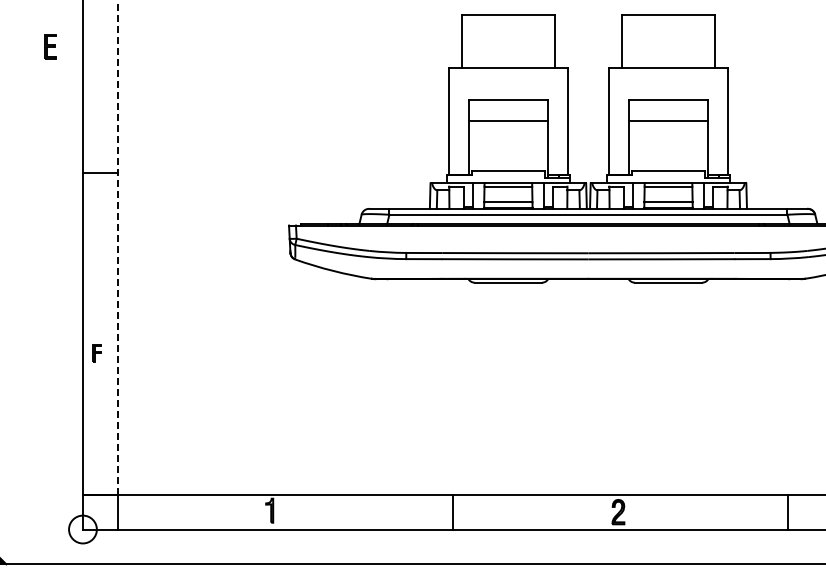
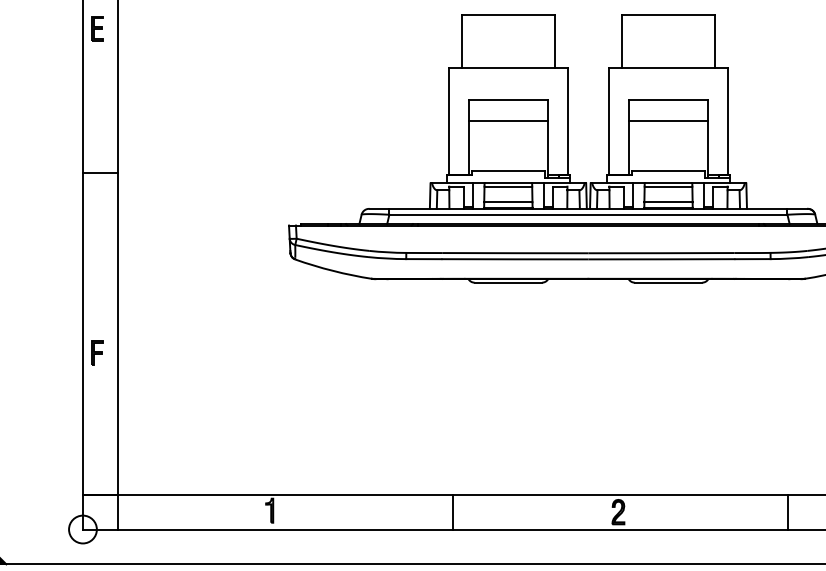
part at (50, 46) position: (50, 46) -> (97, 28)
line at (117, 247): dashed -> solid
part at (96, 353) size: 10x19 px -> 13x26 px
